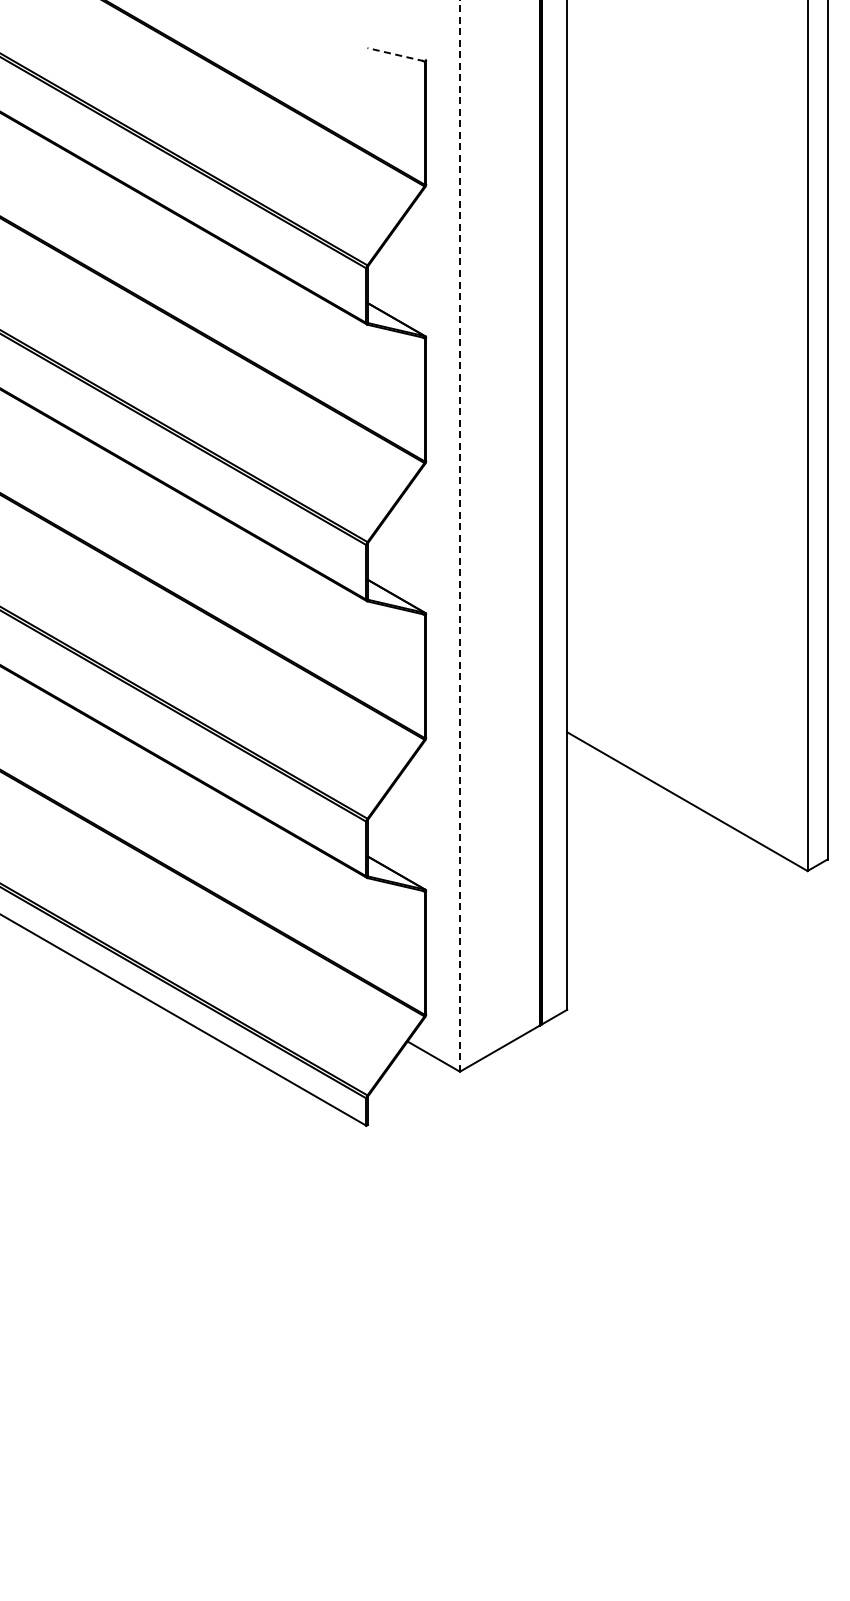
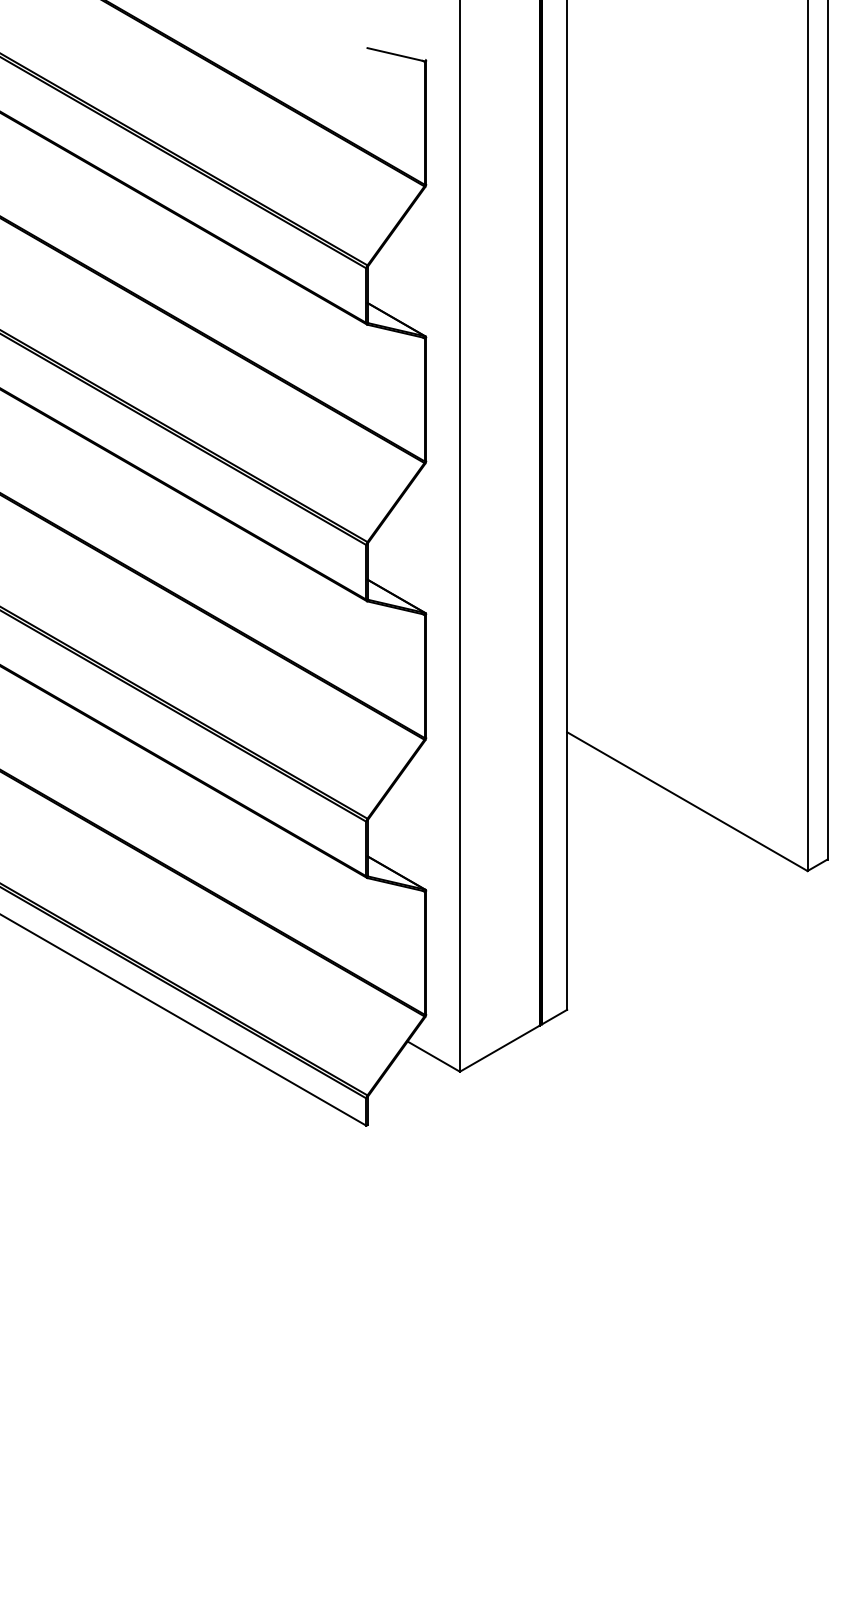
line at (395, 54): dashed -> solid
line at (459, 535): dashed -> solid
